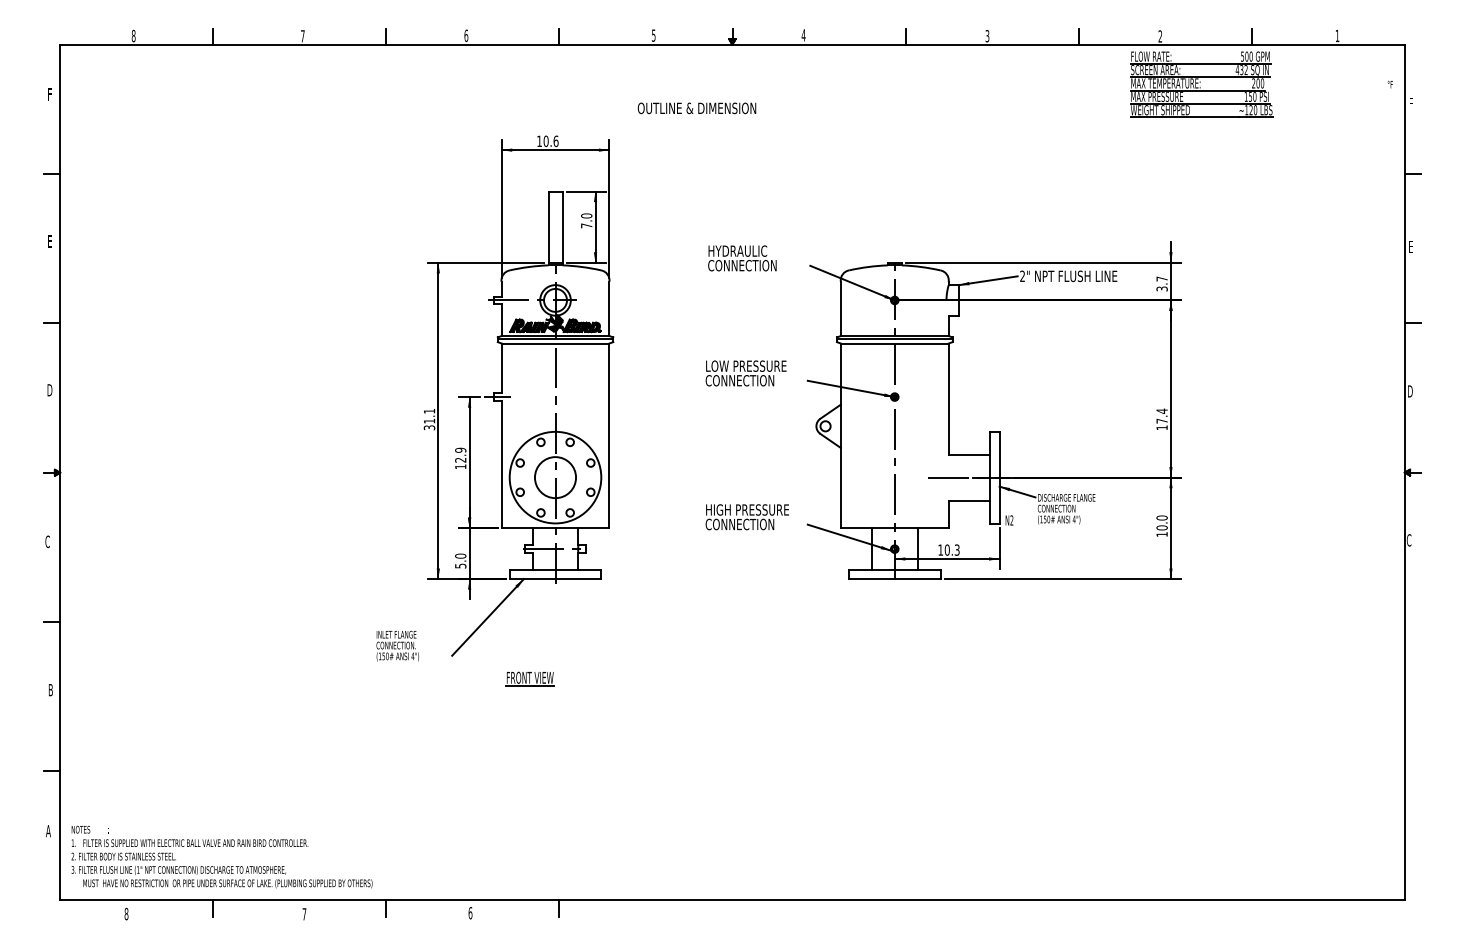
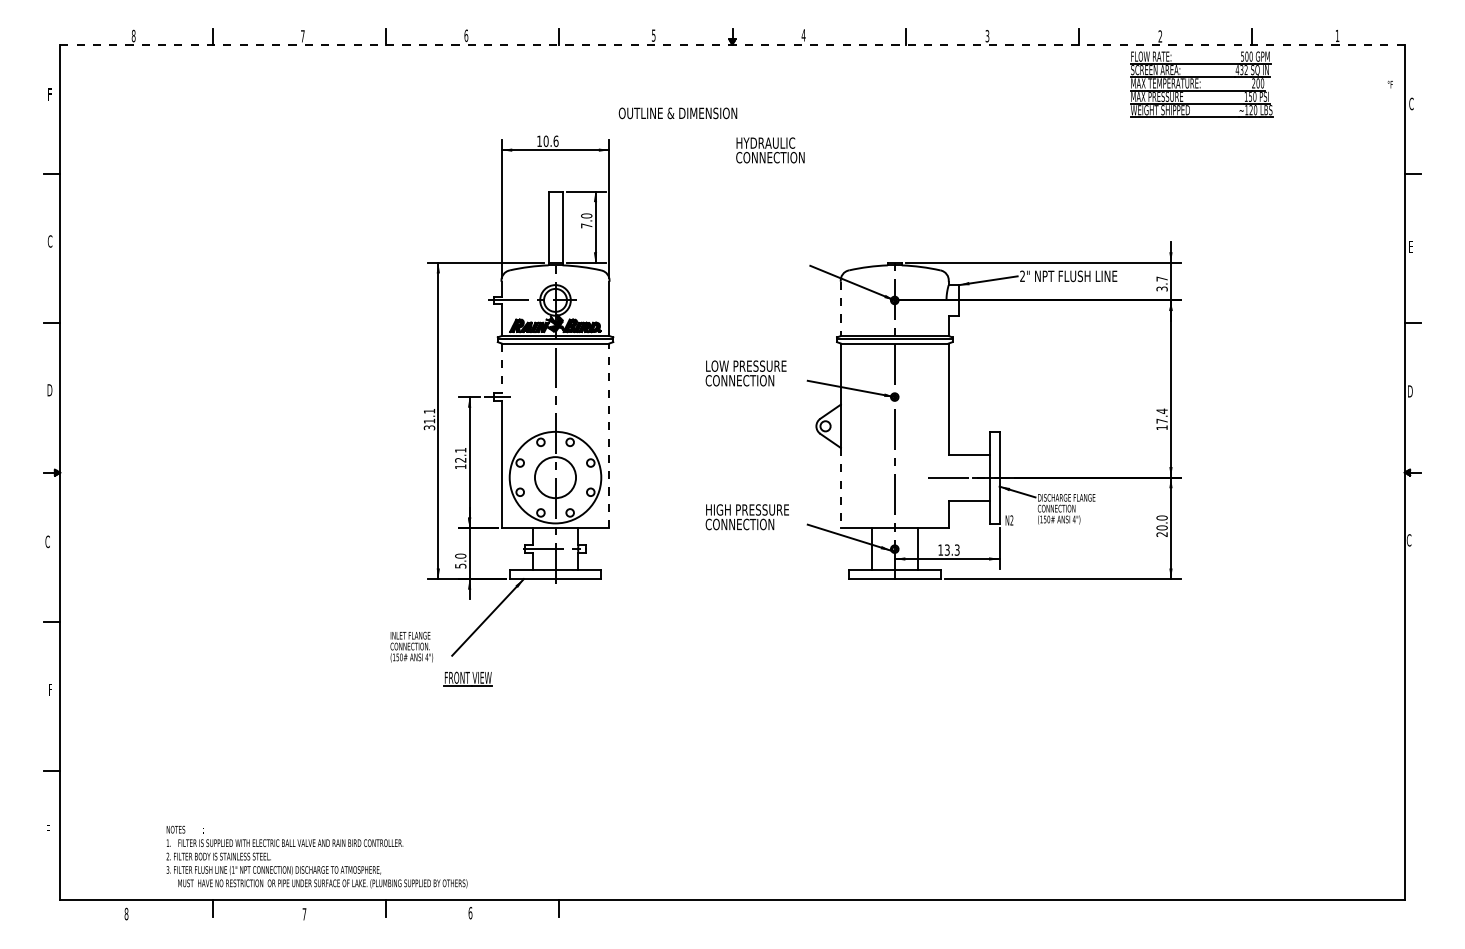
line at (732, 44): solid -> dashed
text at (1411, 103): F -> C
text at (696, 108) position: (696, 108) -> (677, 113)
text at (49, 241): E -> C
text at (742, 258) position: (742, 258) -> (770, 150)
line at (840, 309): solid -> dashed
line at (501, 368): solid -> dashed
line at (609, 435): solid -> dashed
text at (460, 449): 12.9 -> 12.1
line at (840, 488): solid -> dashed
text at (1161, 534): 10.0 -> 20.0
text at (946, 549): 10.3 -> 13.3
text at (397, 645) position: (397, 645) -> (411, 646)
part at (529, 678) position: (529, 678) -> (467, 678)
text at (50, 690): B -> F
text at (48, 831): A -> F
text at (221, 856) position: (221, 856) -> (316, 856)
